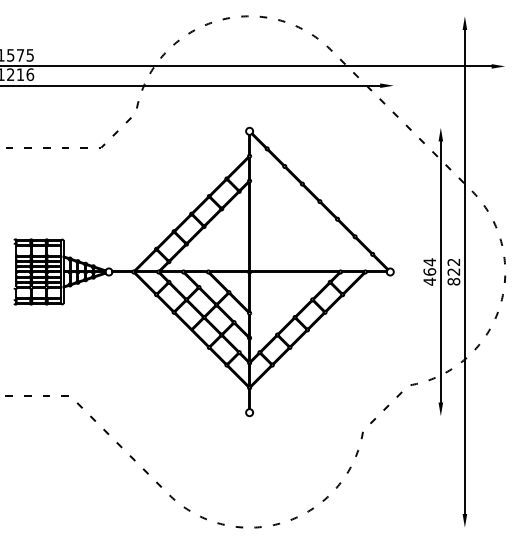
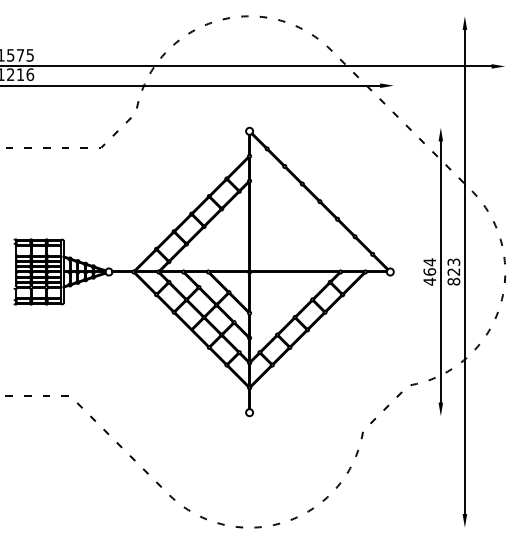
text at (454, 261): 822 -> 823
